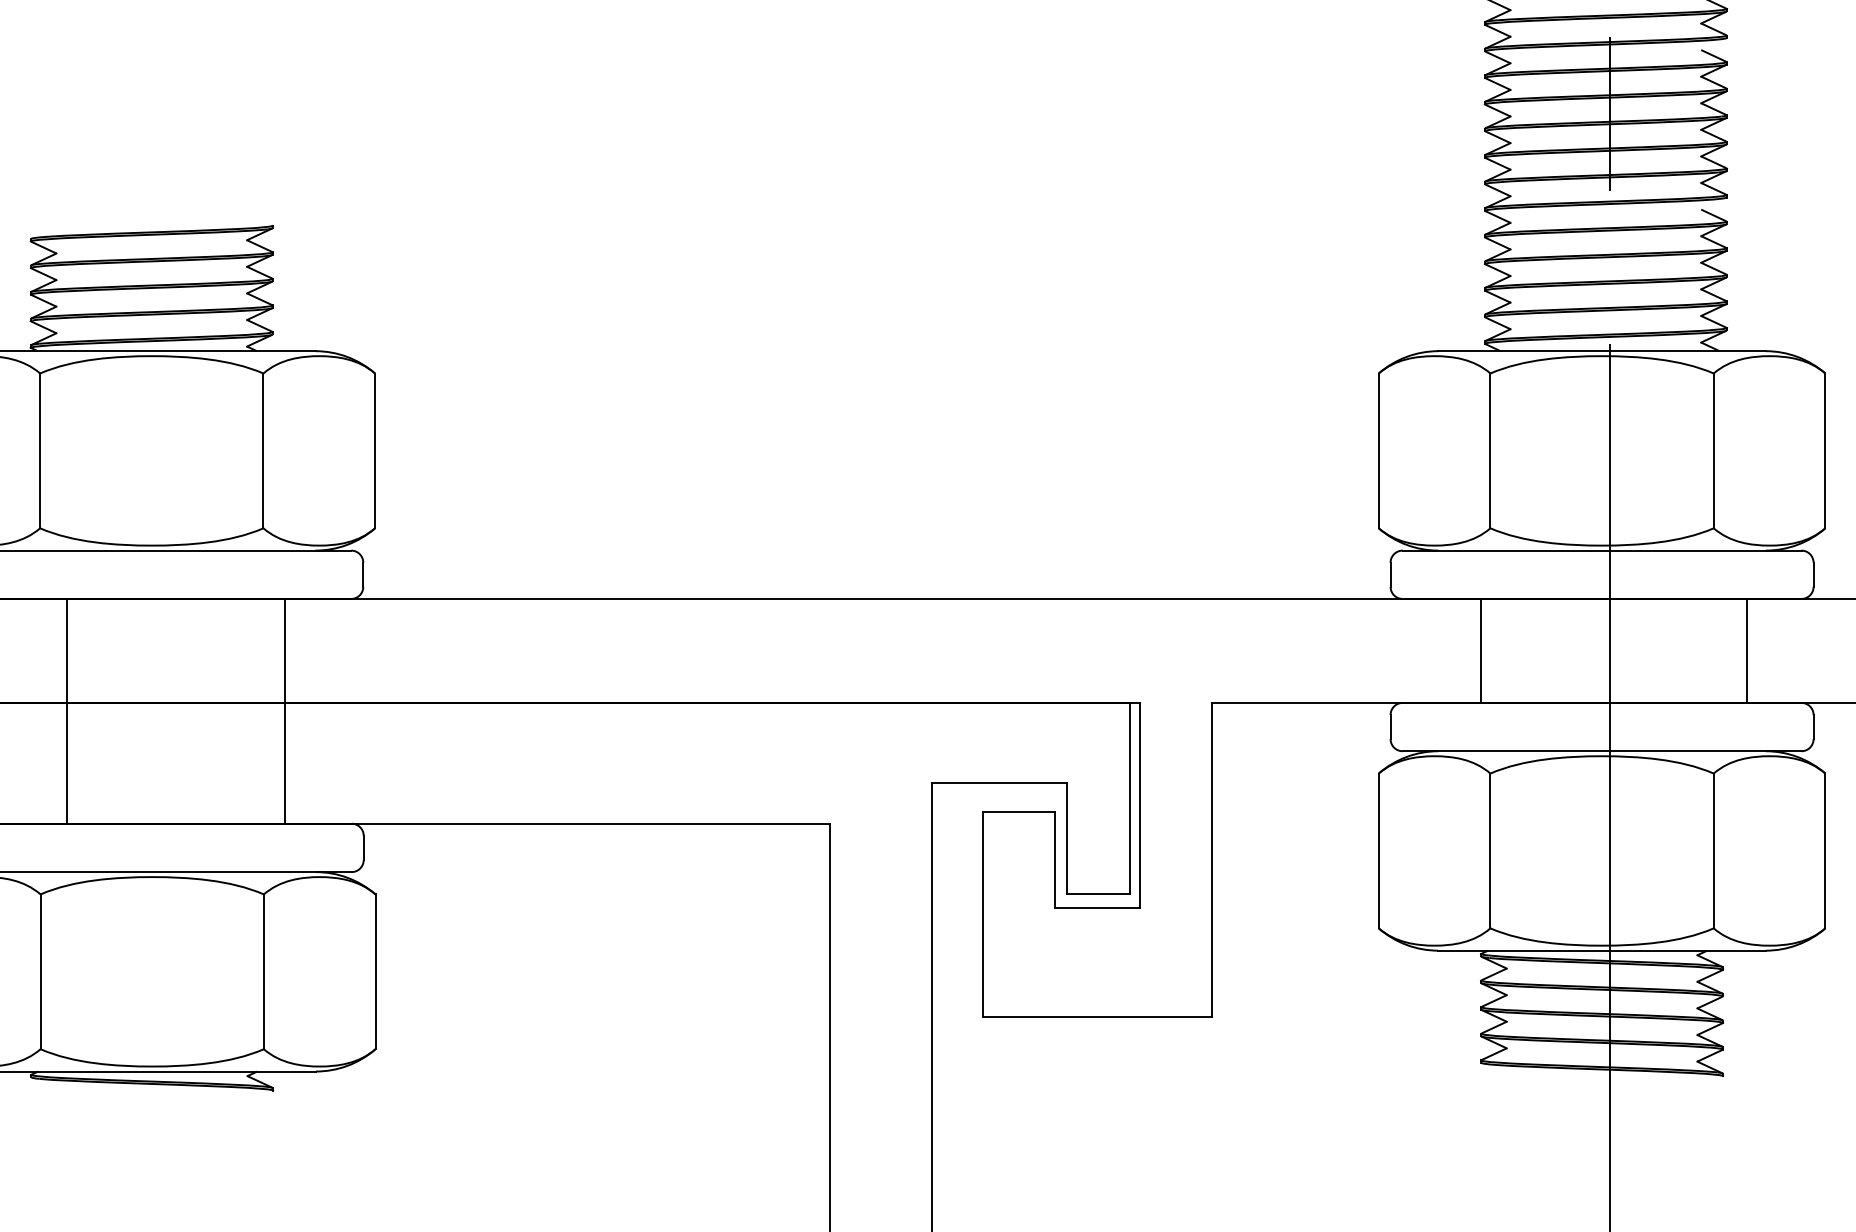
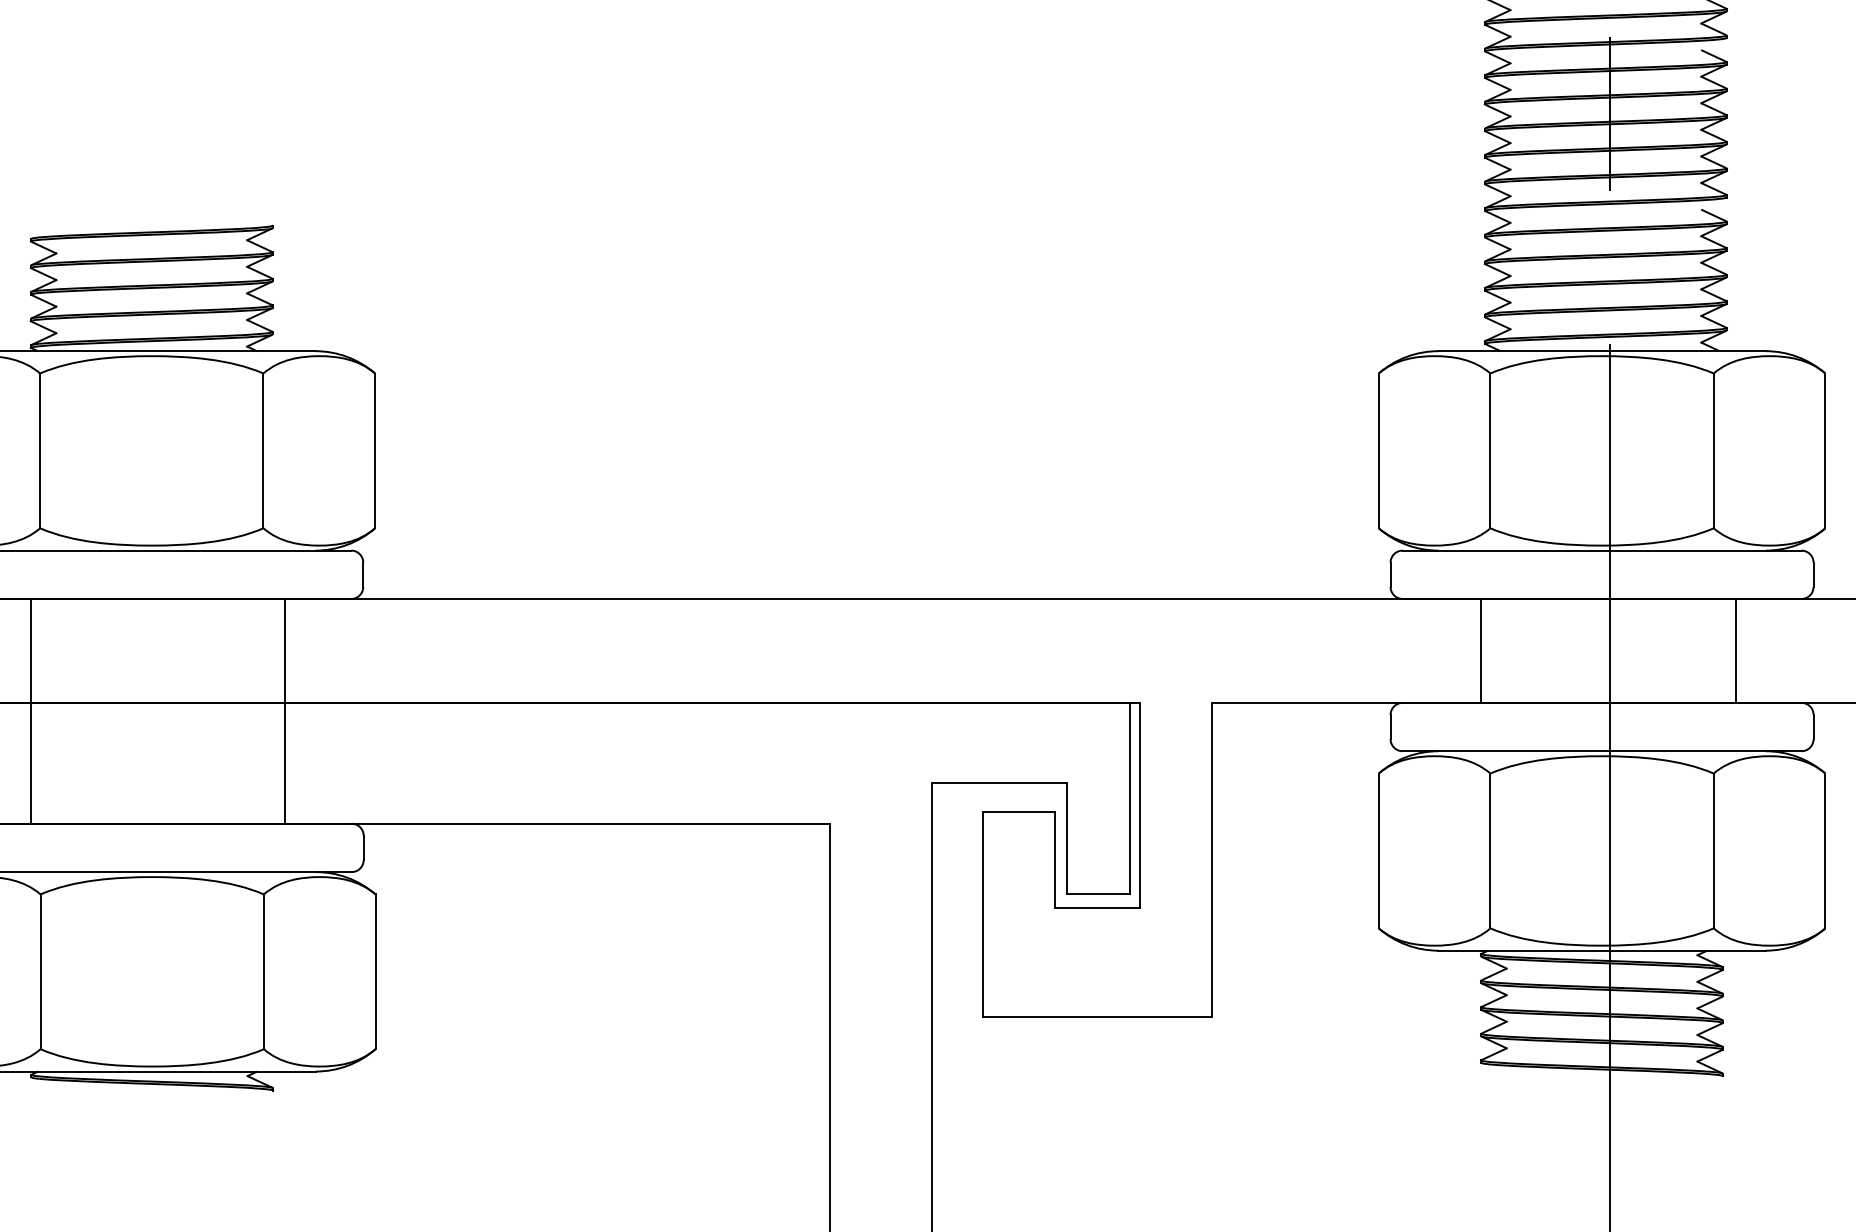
line at (1746, 650) position: (1746, 650) -> (1735, 650)
line at (66, 710) position: (66, 710) -> (30, 710)
